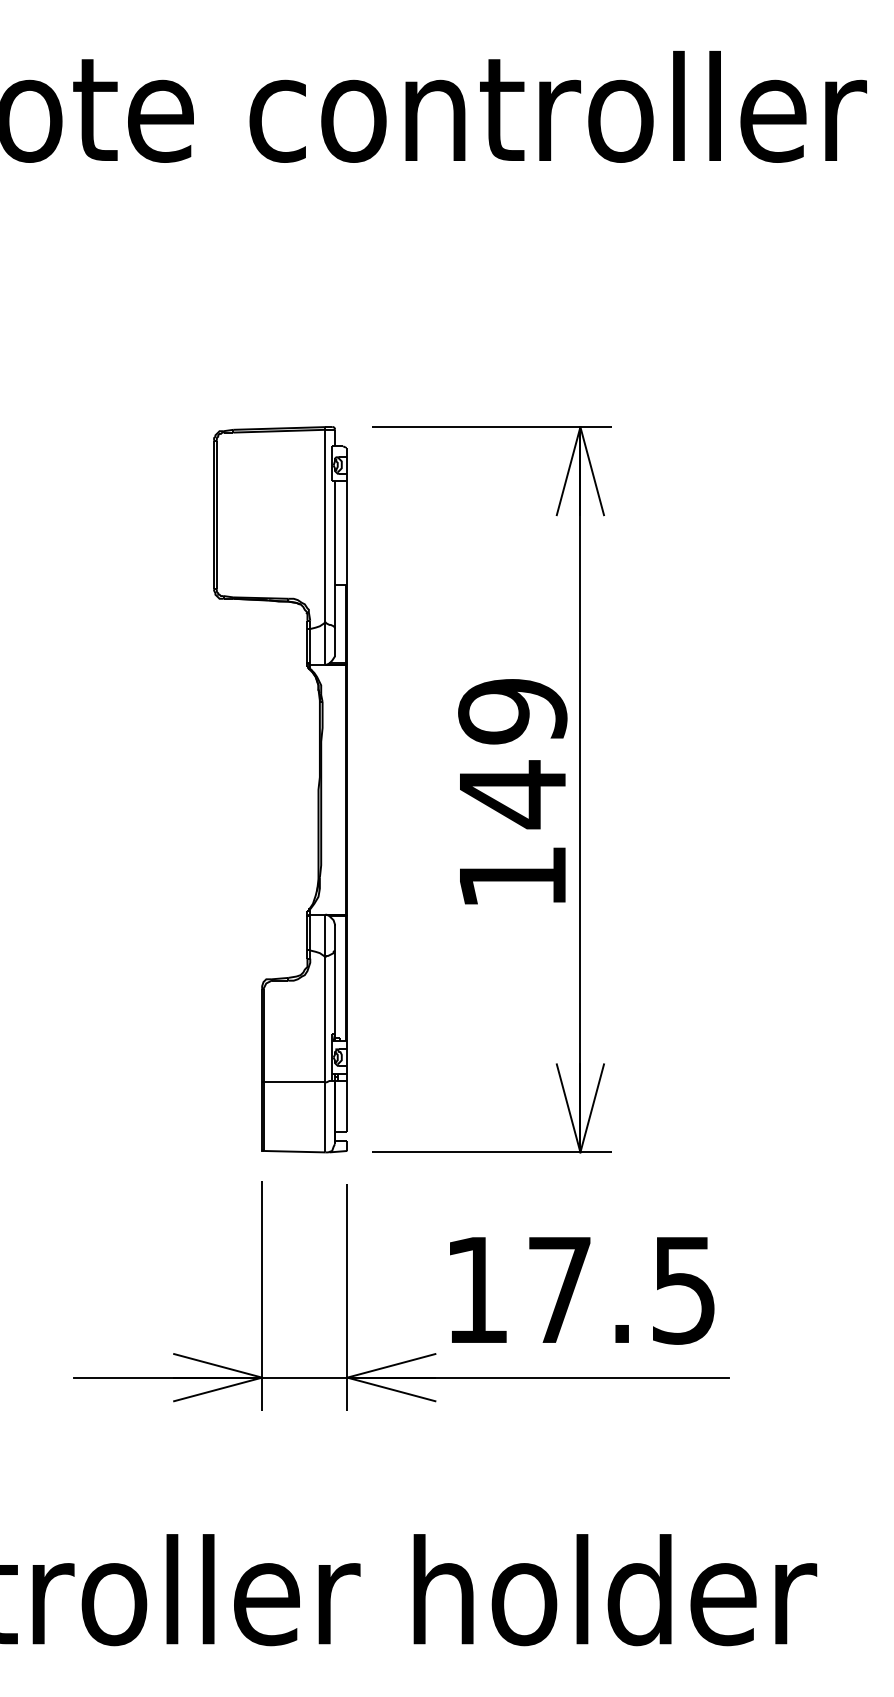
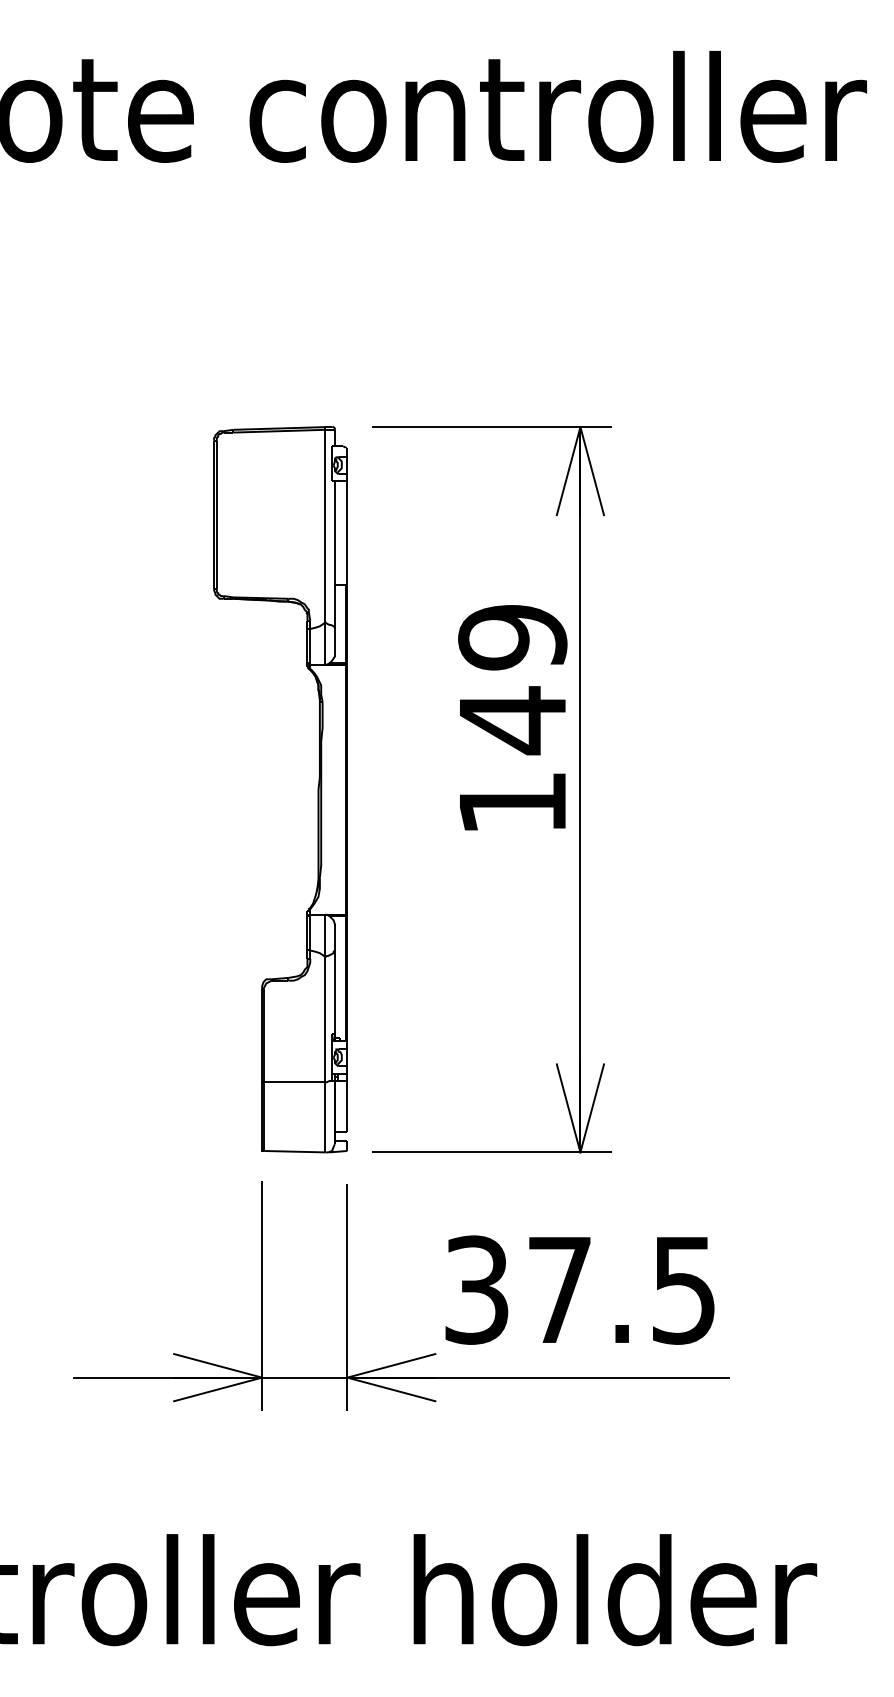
text at (512, 791) position: (512, 791) -> (512, 717)
text at (476, 1289): 17.5 -> 37.5
